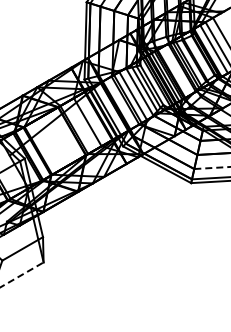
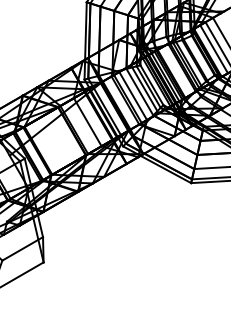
line at (213, 167): dashed -> solid
line at (22, 274): dashed -> solid
